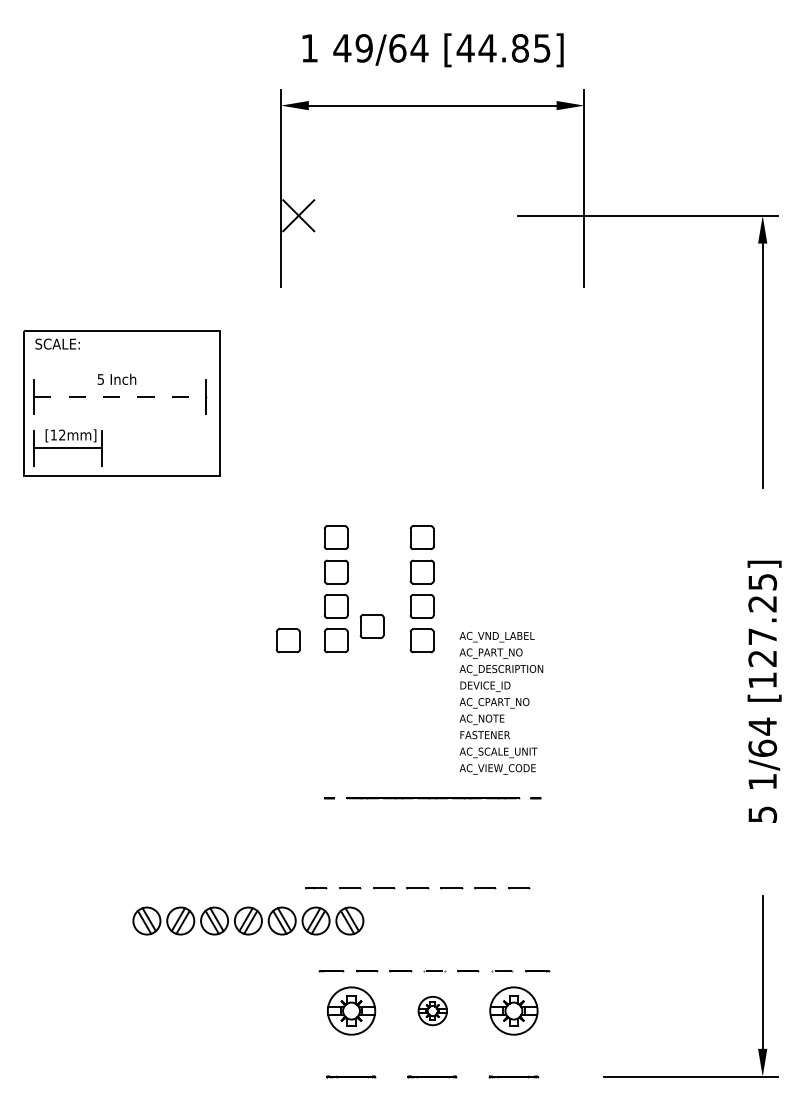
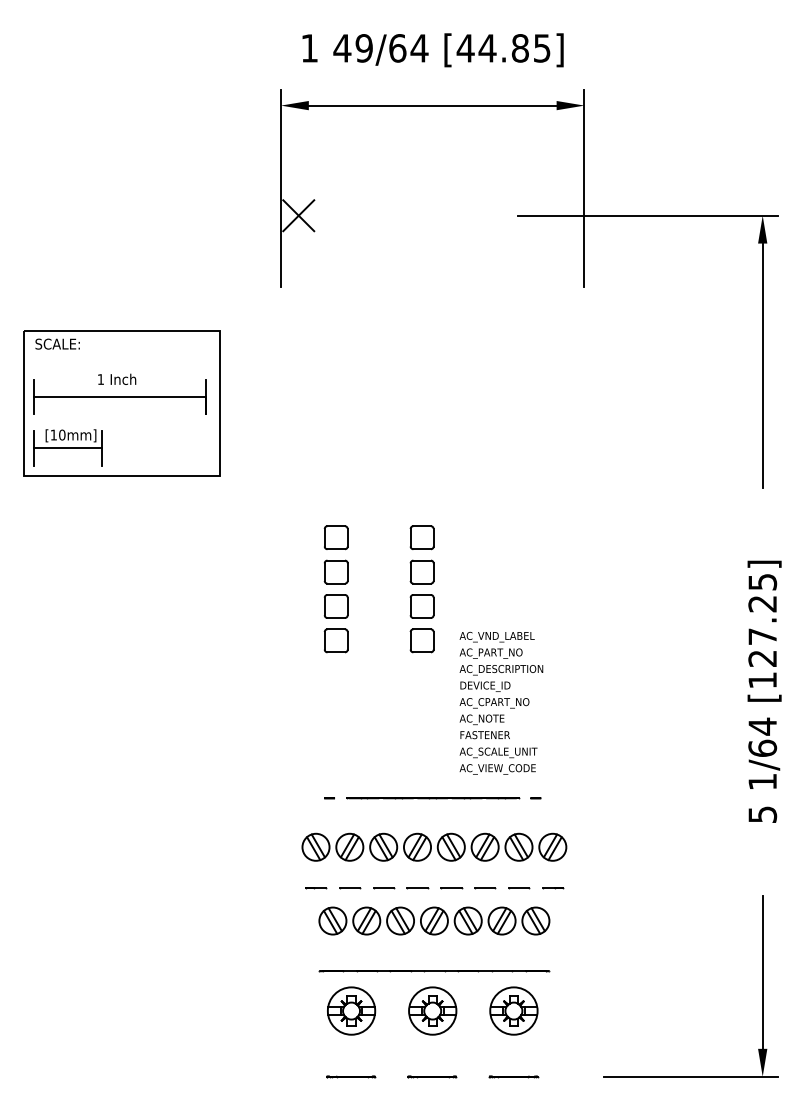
text at (100, 379): 5 -> 1
line at (120, 396): dashed -> solid
text at (62, 434): [12mm] -> [10mm]
part at (371, 626): present -> none
part at (287, 640): present -> none
part at (434, 846): none -> present
line at (553, 888): none -> present
part at (248, 920) position: (248, 920) -> (434, 920)
line at (434, 971): dashed -> solid
part at (432, 1011) size: 31x31 px -> 50x50 px
